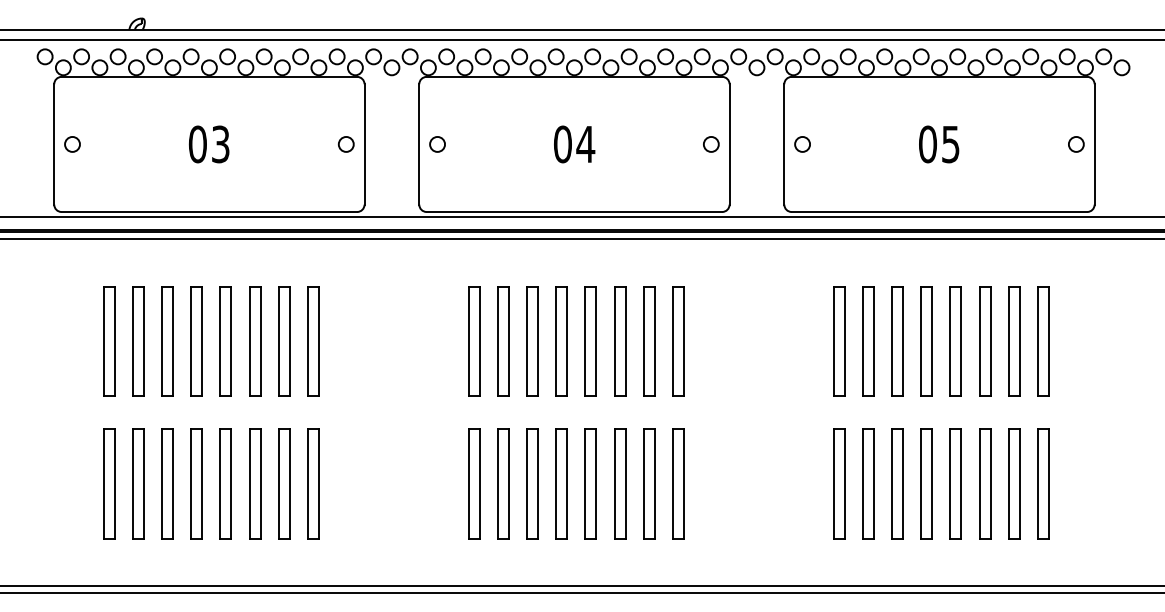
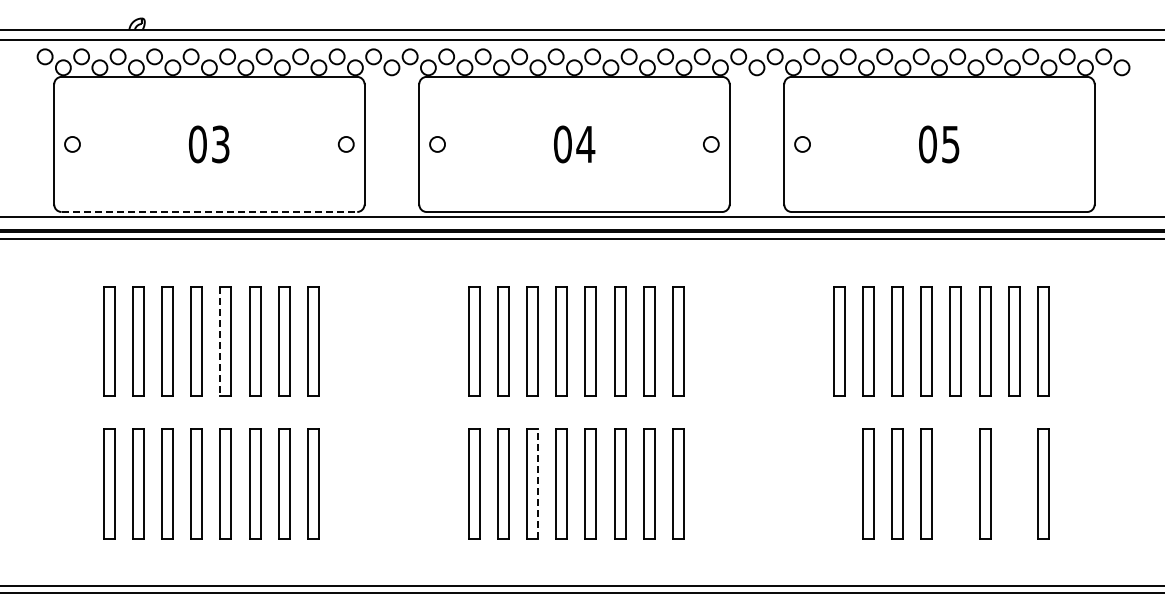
circle at (1076, 144): present -> none
line at (209, 211): solid -> dashed
line at (220, 341): solid -> dashed
line at (537, 483): solid -> dashed
part at (839, 483): present -> none
part at (955, 483): present -> none
part at (1014, 483): present -> none
